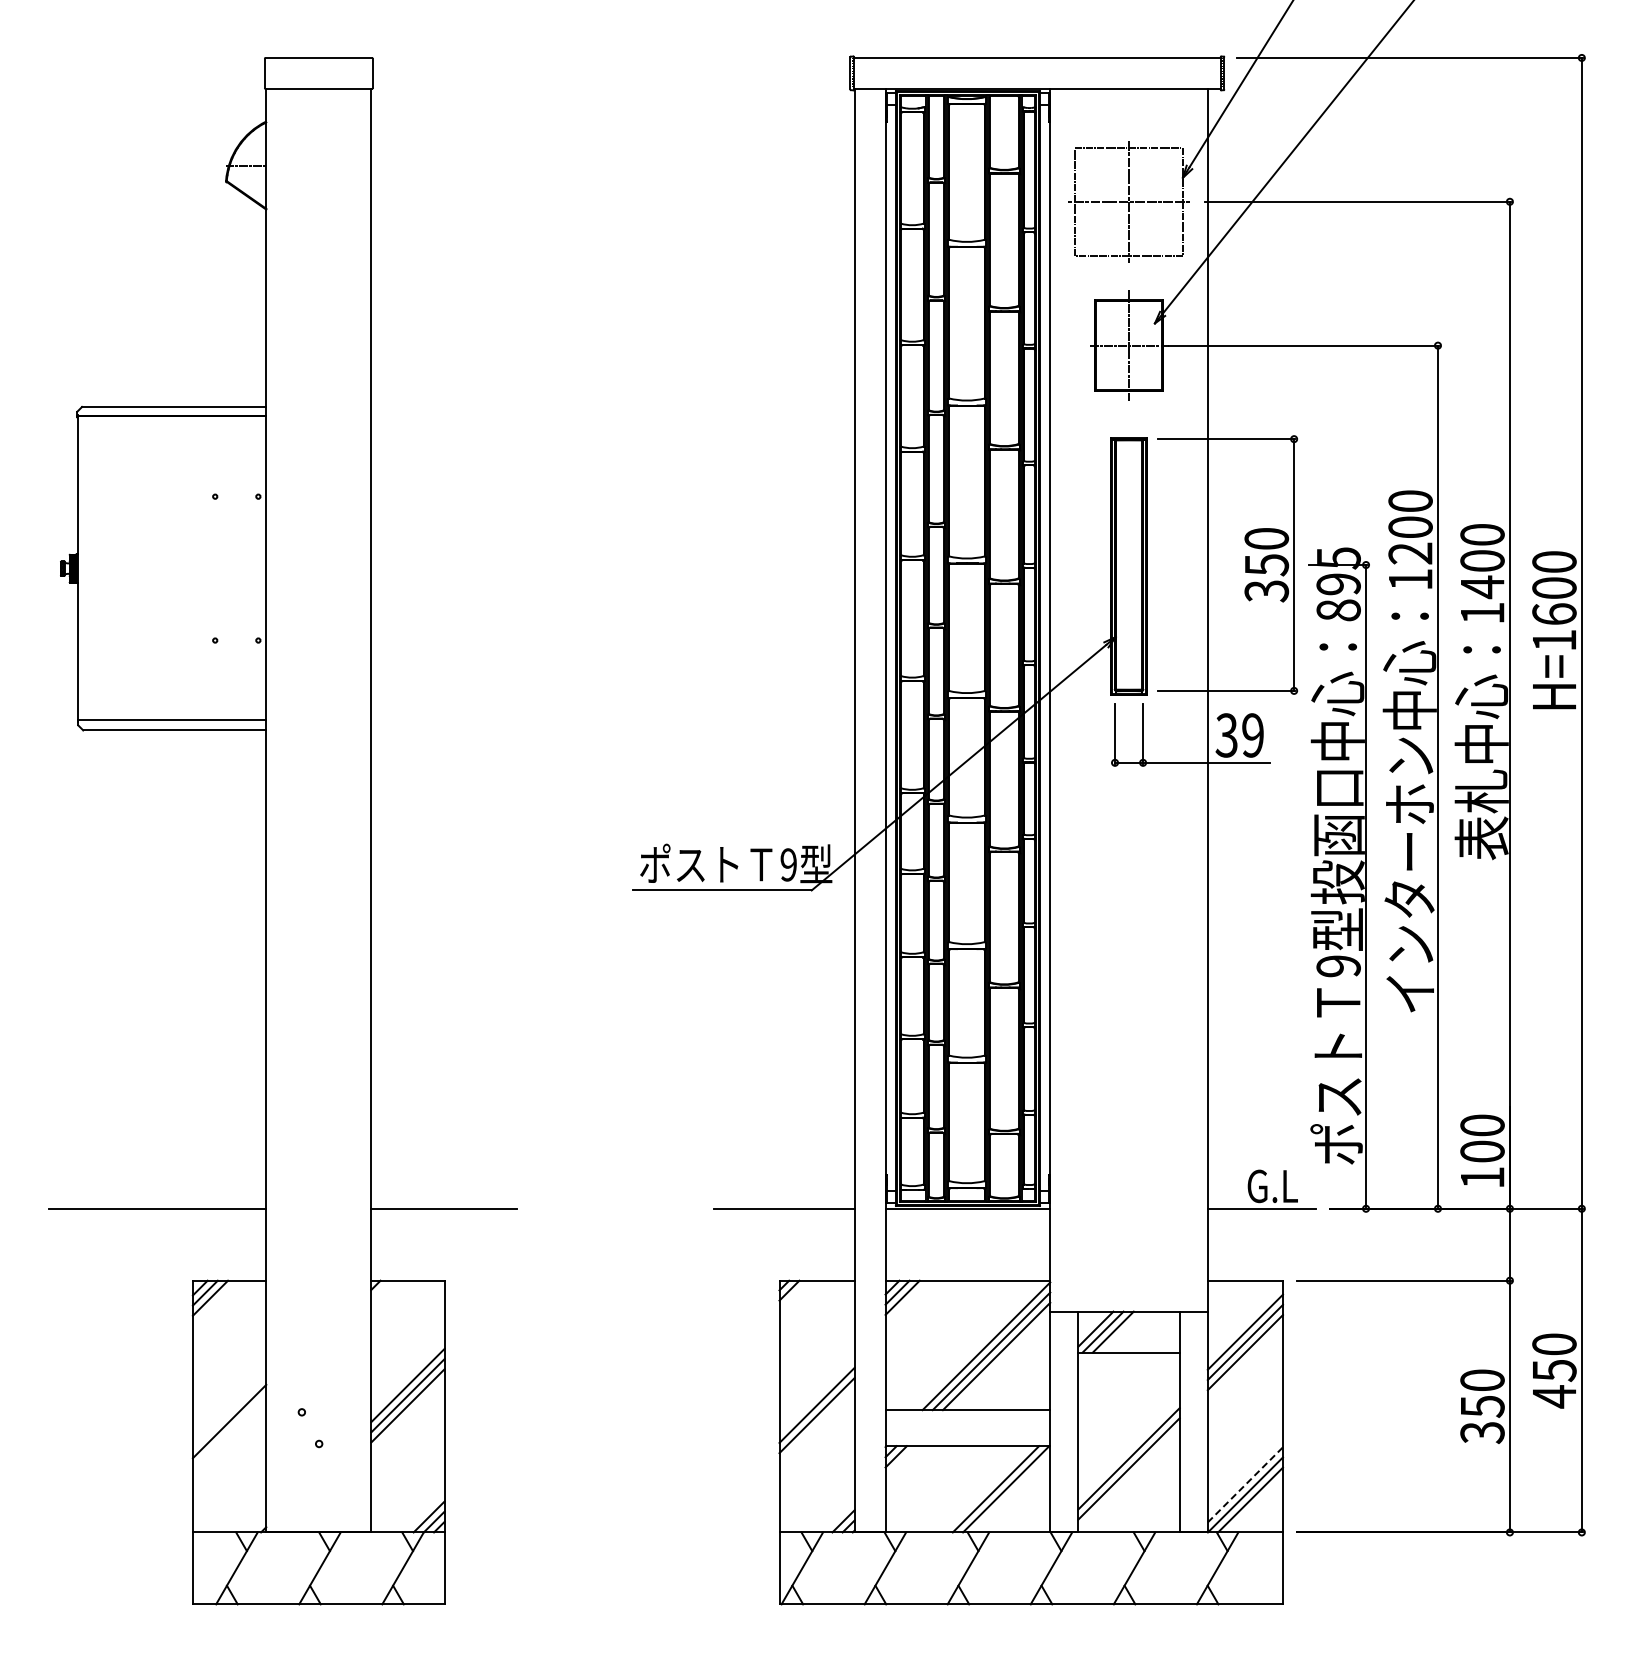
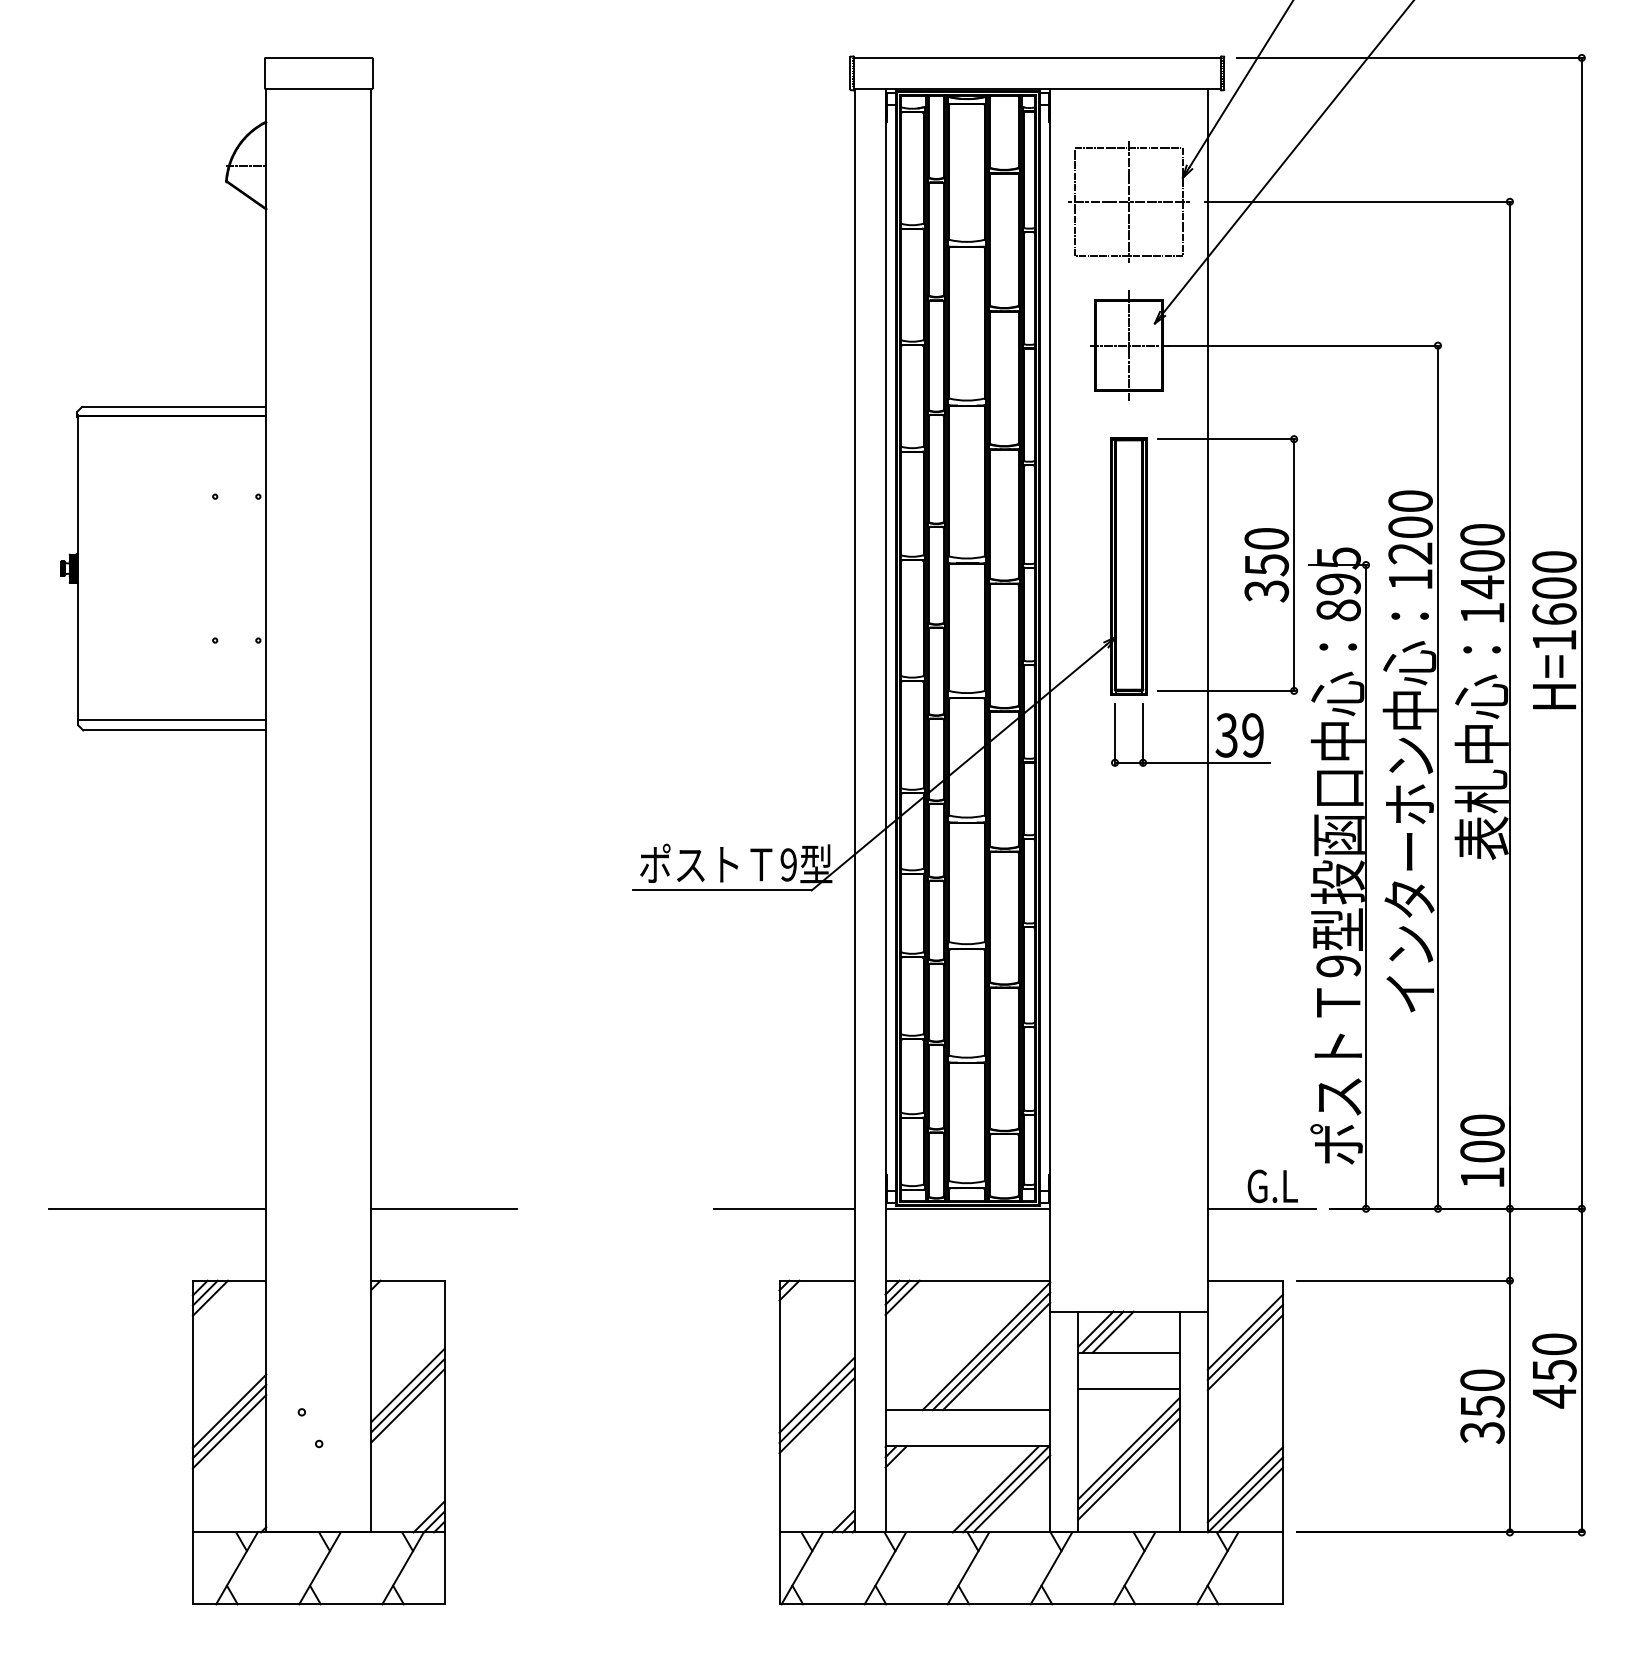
line at (1128, 1388): none -> present
line at (816, 1394): none -> present
line at (229, 1411): none -> present
line at (229, 1431): none -> present
line at (1128, 1448): none -> present
line at (1245, 1484): dashed -> solid
line at (1011, 1493): none -> present
